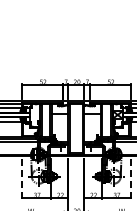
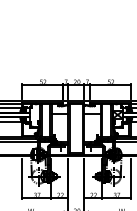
line at (21, 179): dashed -> solid
line at (130, 179): dashed -> solid
